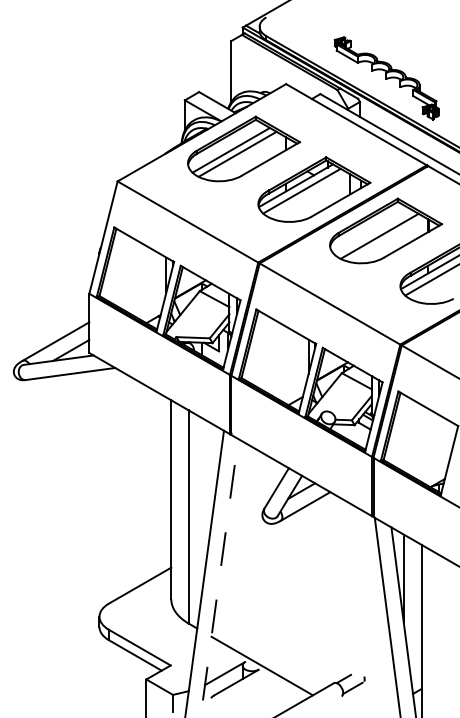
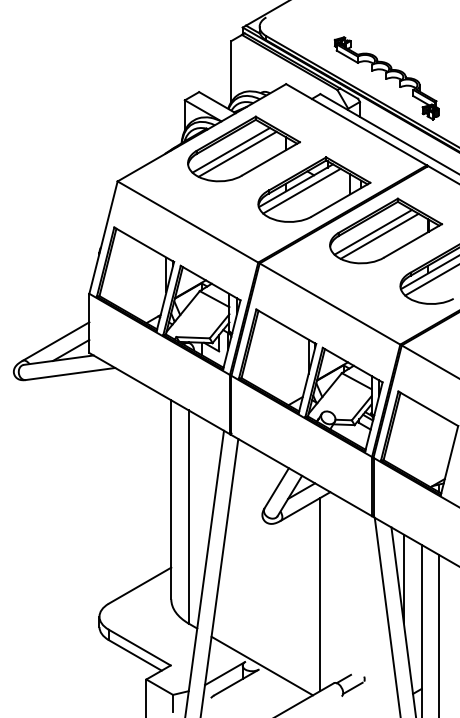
line at (373, 232): none -> present
line at (219, 577): dashed -> solid
line at (319, 594): none -> present
line at (439, 634): none -> present
